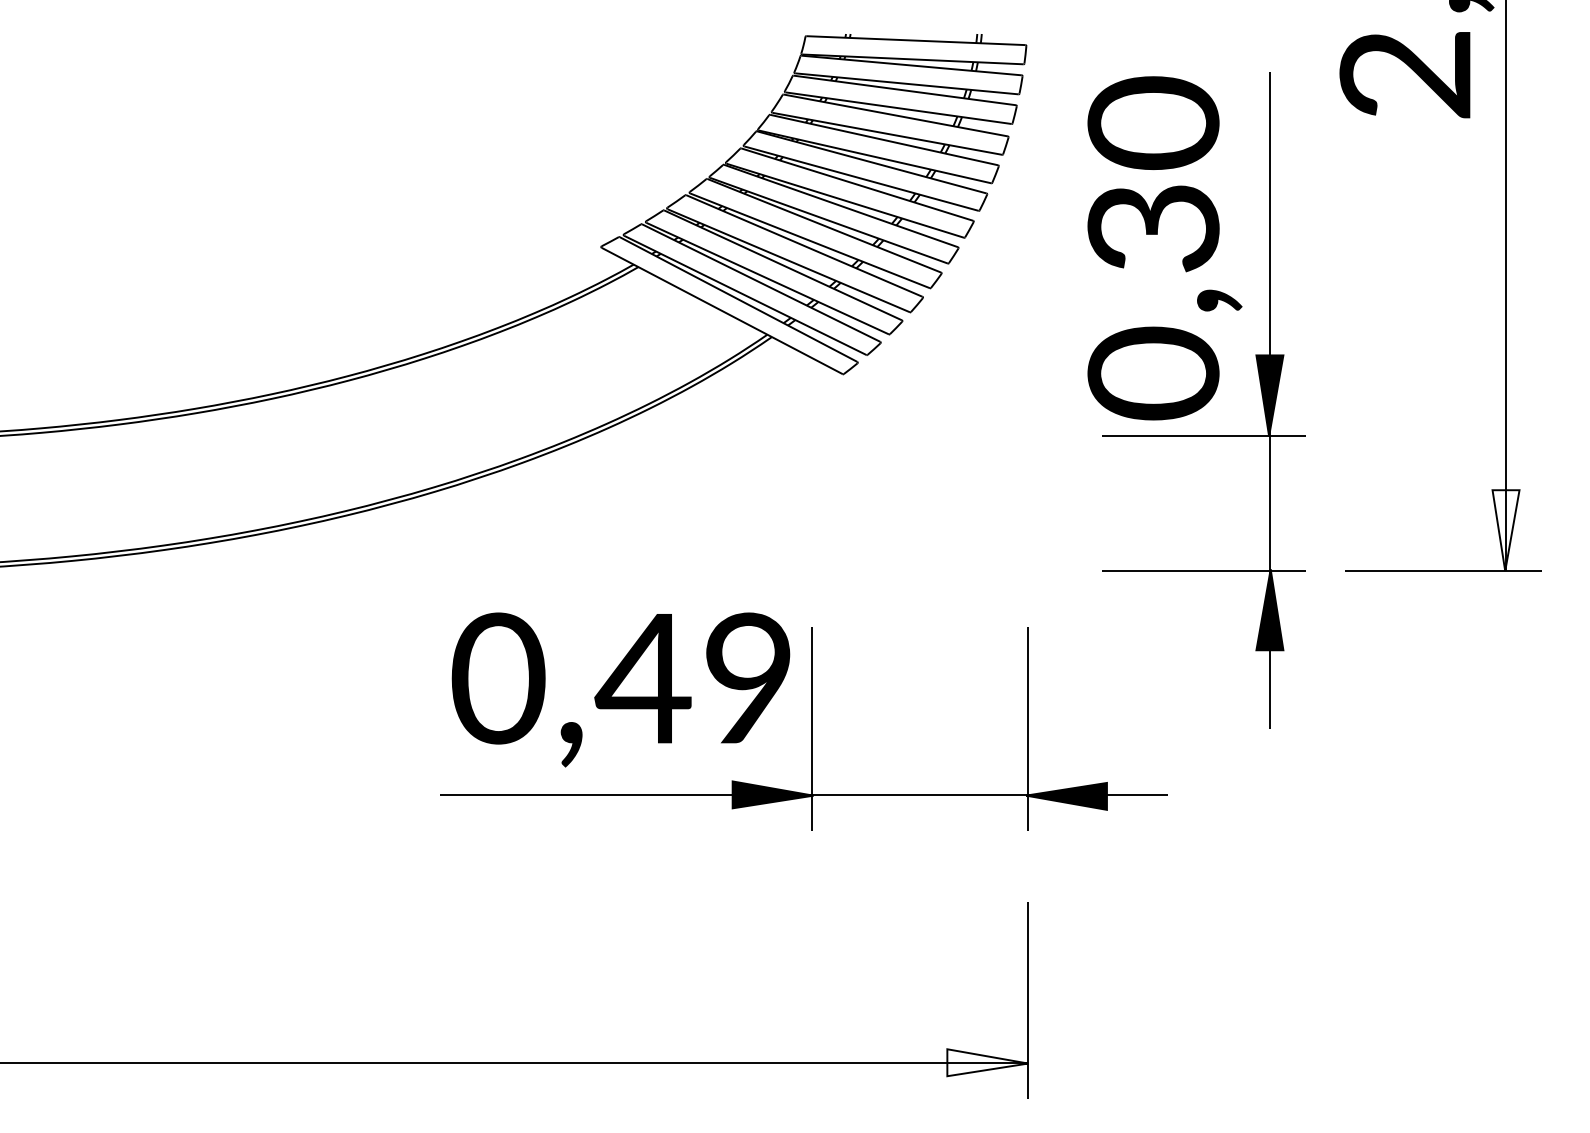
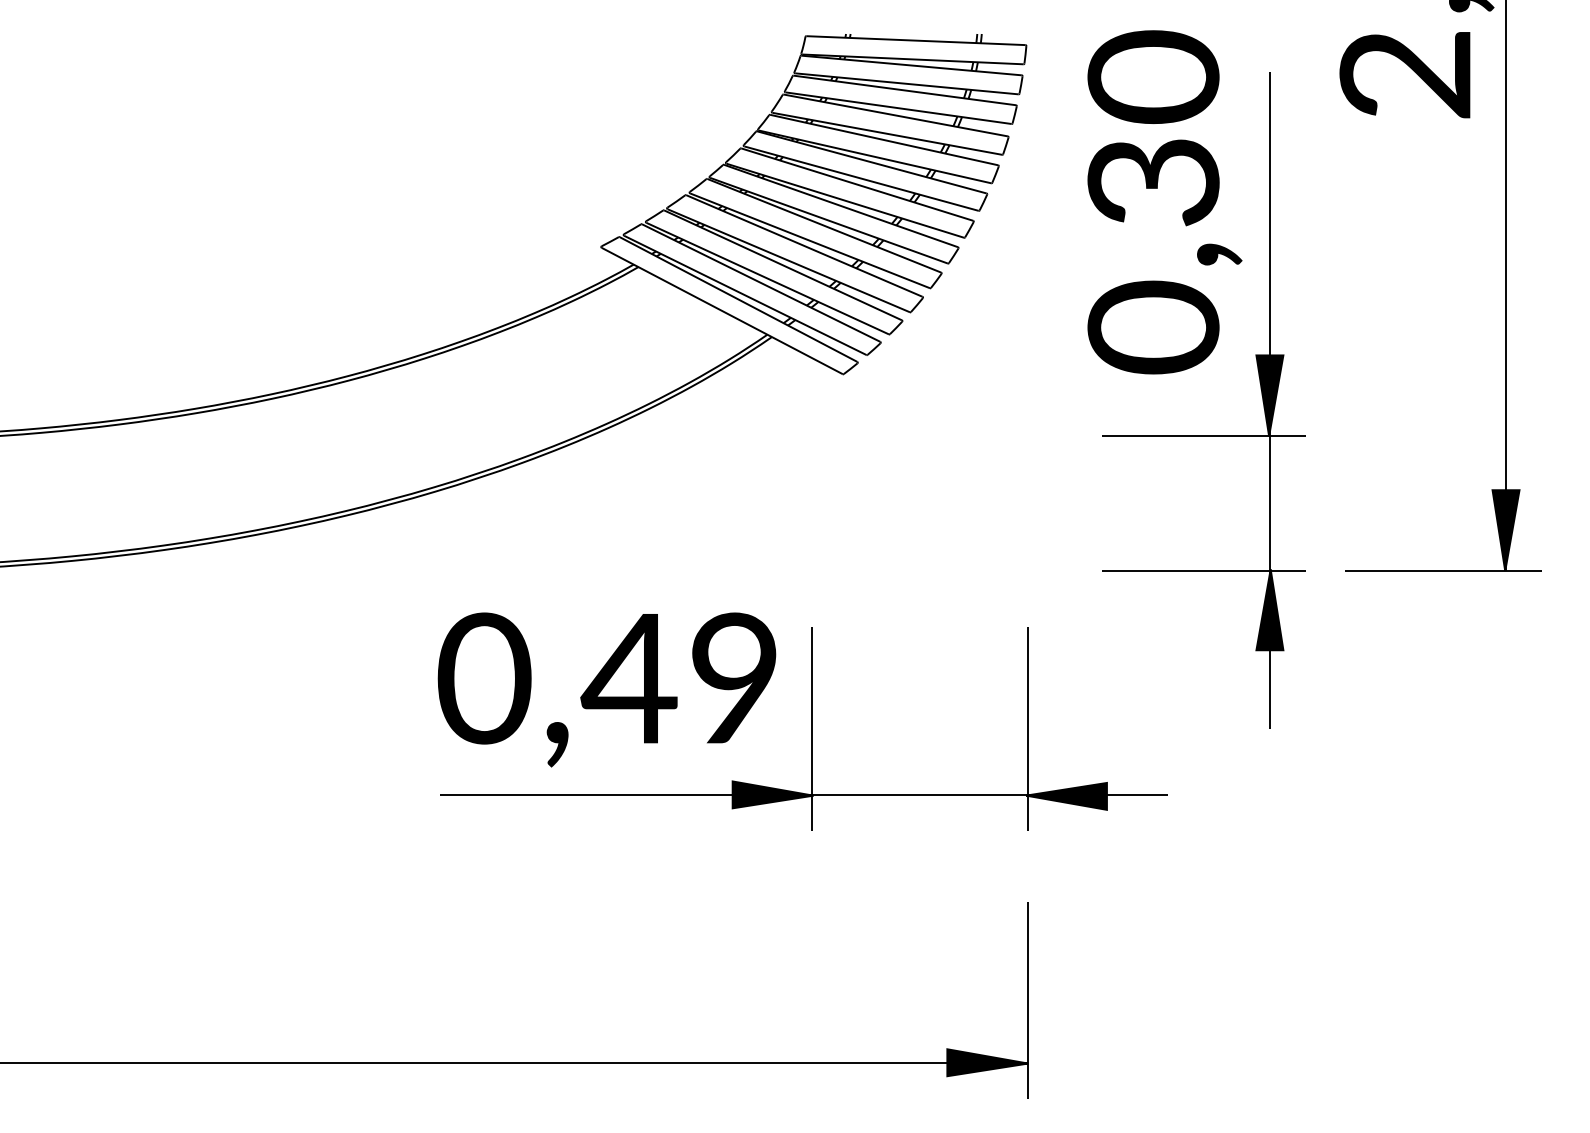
text at (1164, 248) position: (1164, 248) -> (1164, 202)
fill at (1505, 530): none -> present
text at (620, 689) position: (620, 689) -> (606, 689)
fill at (987, 1062): none -> present
